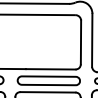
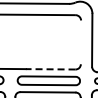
line at (80, 42): present -> none
line at (50, 69): solid -> dashed
